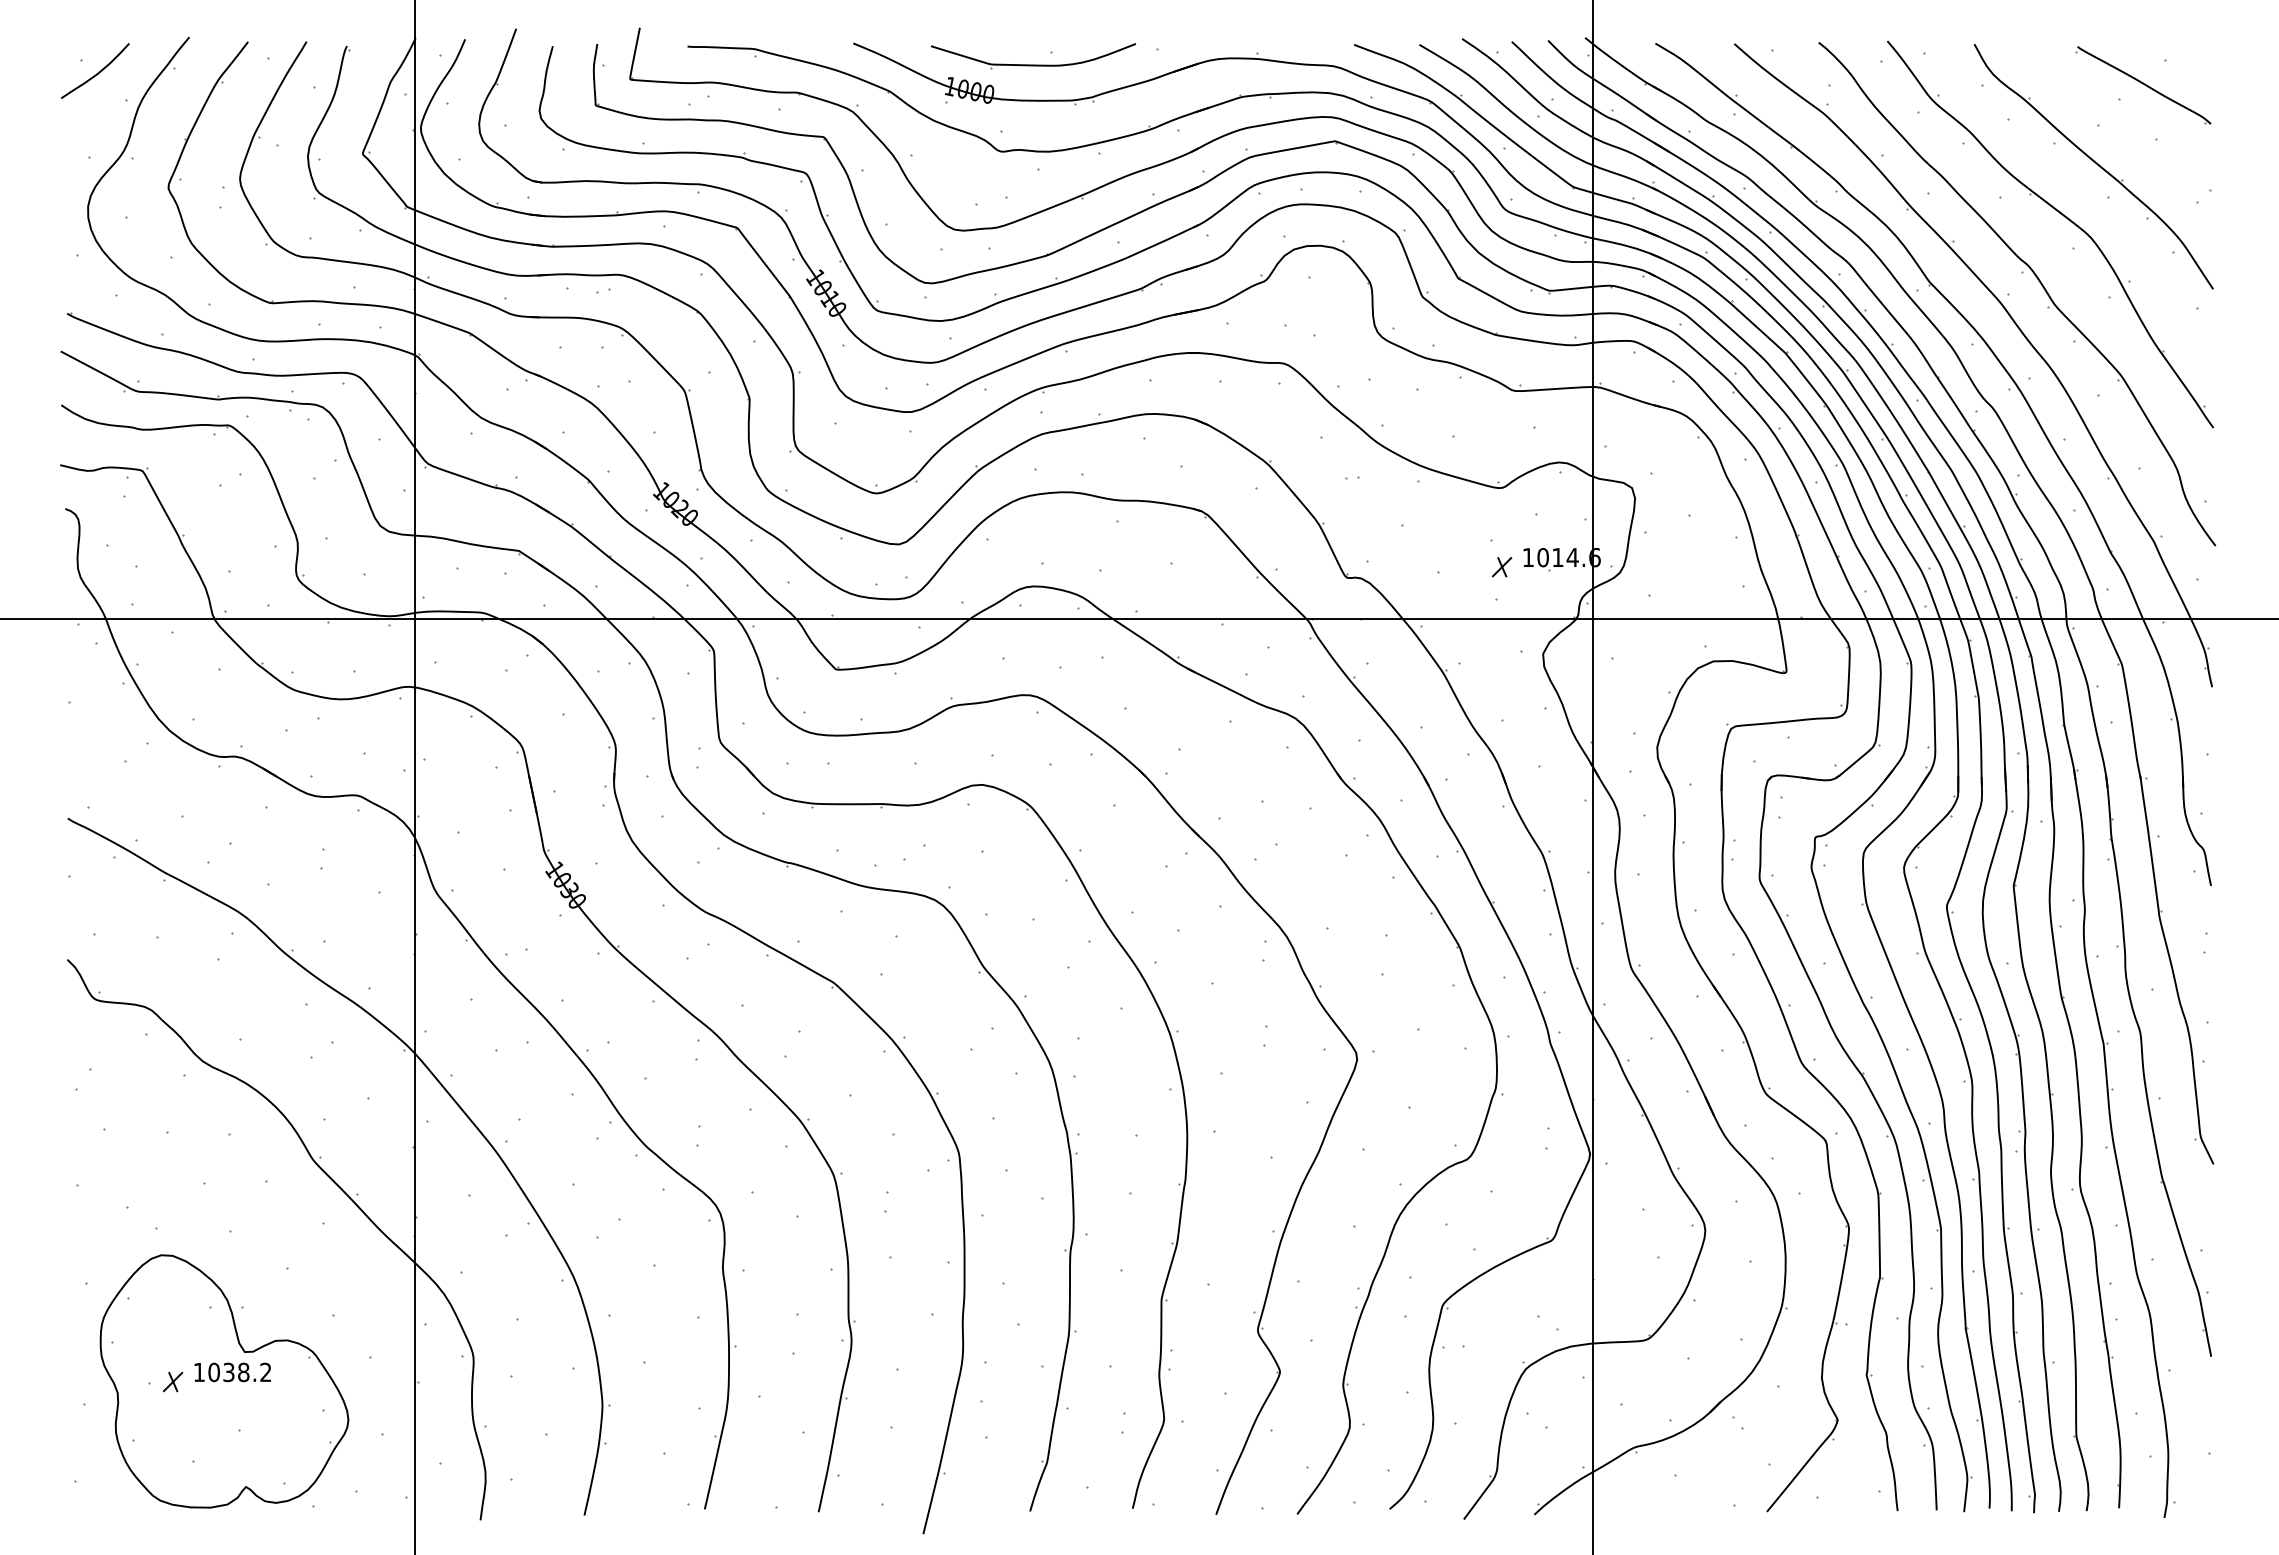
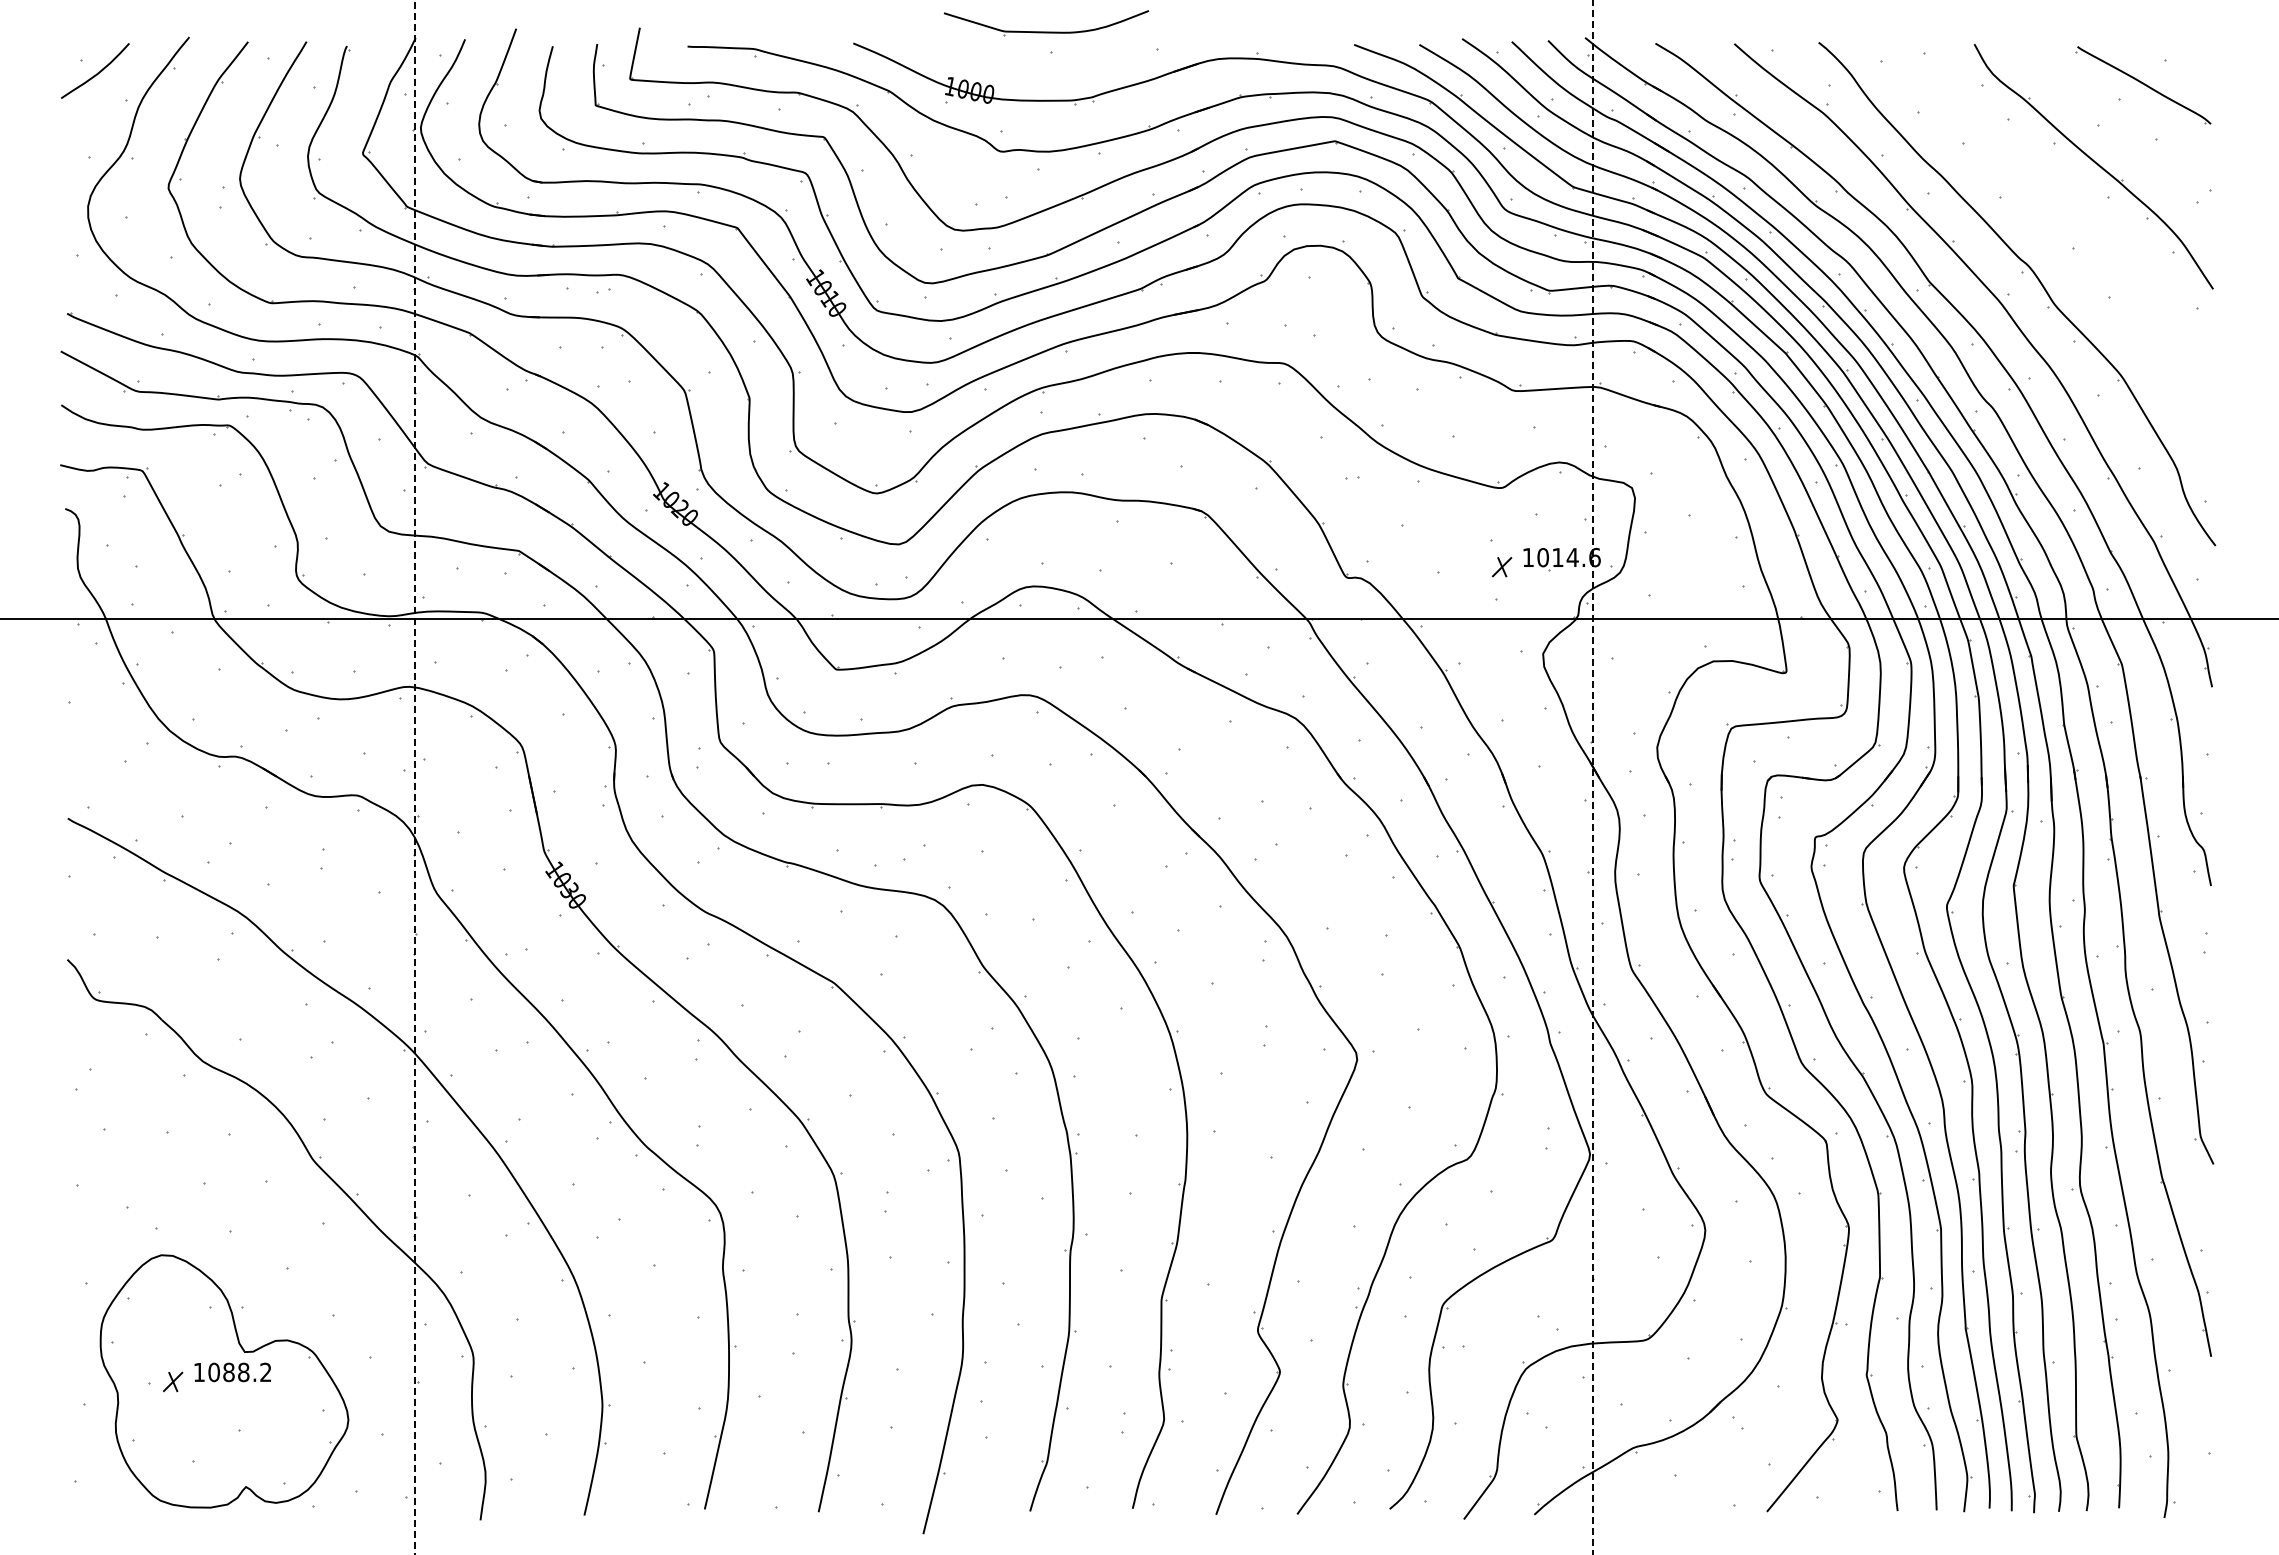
part at (1033, 64) position: (1033, 64) -> (1046, 31)
part at (2064, 217): present -> none
line at (414, 777): solid -> dashed
line at (1592, 777): solid -> dashed
text at (228, 1372): 1038.2 -> 1088.2
